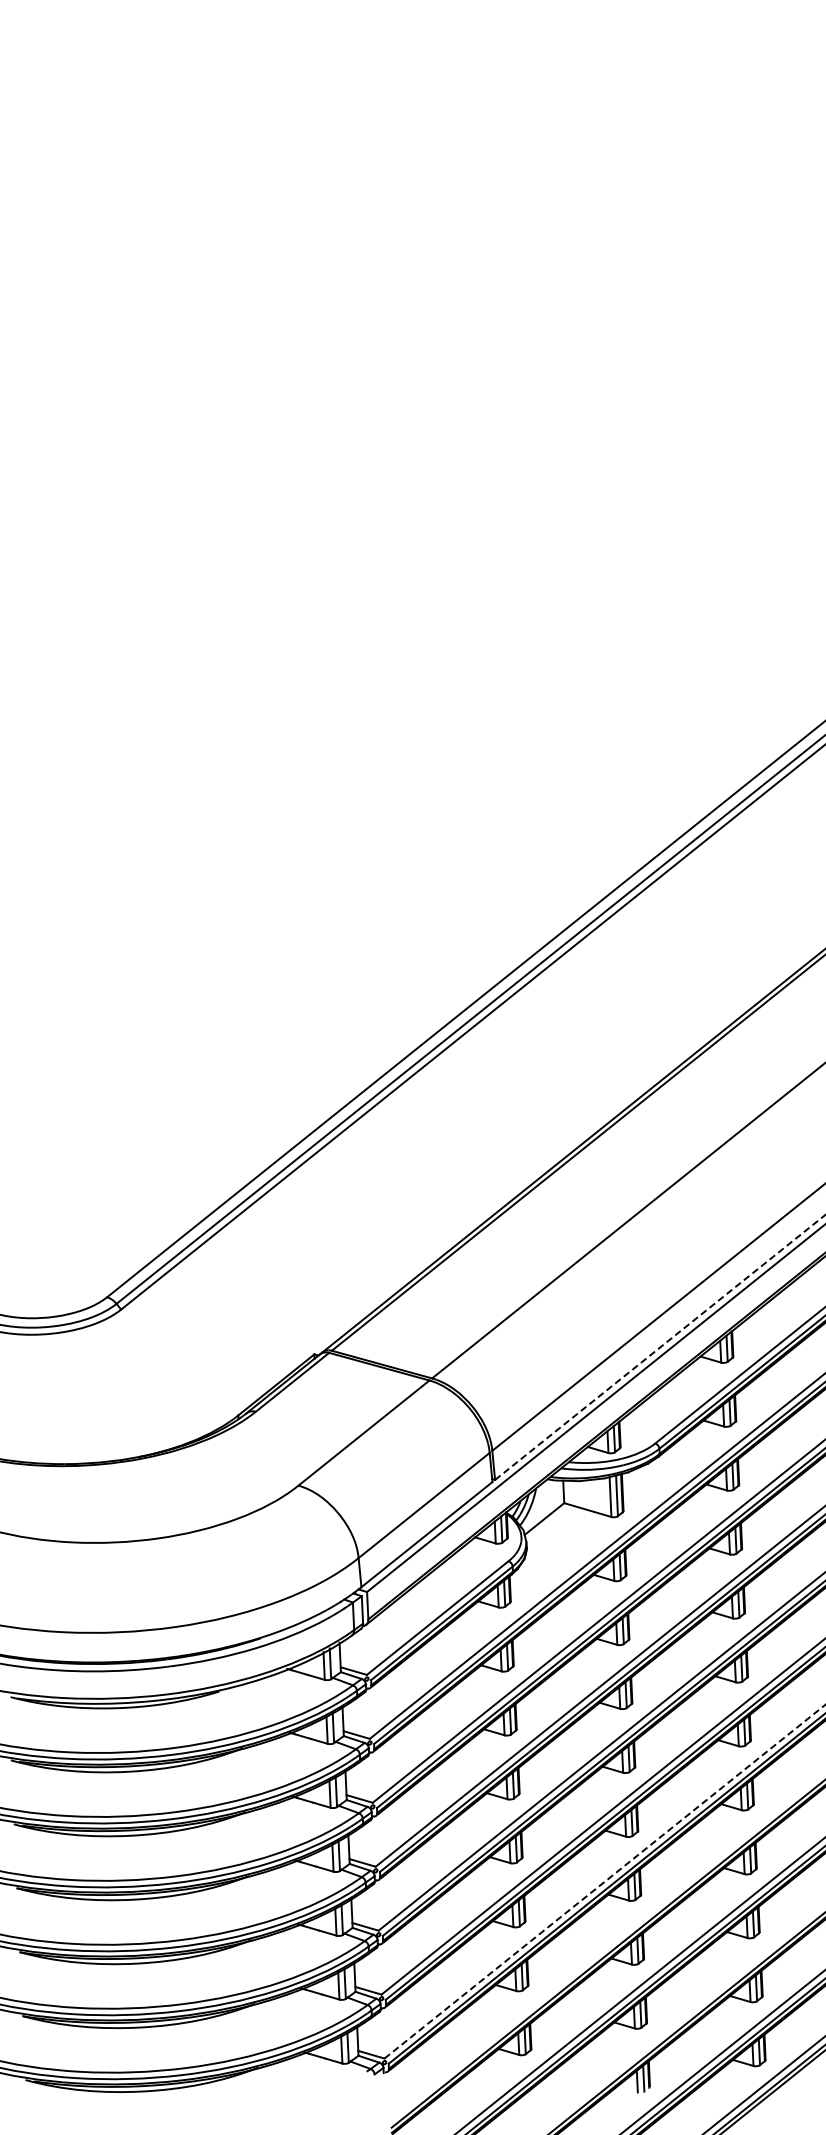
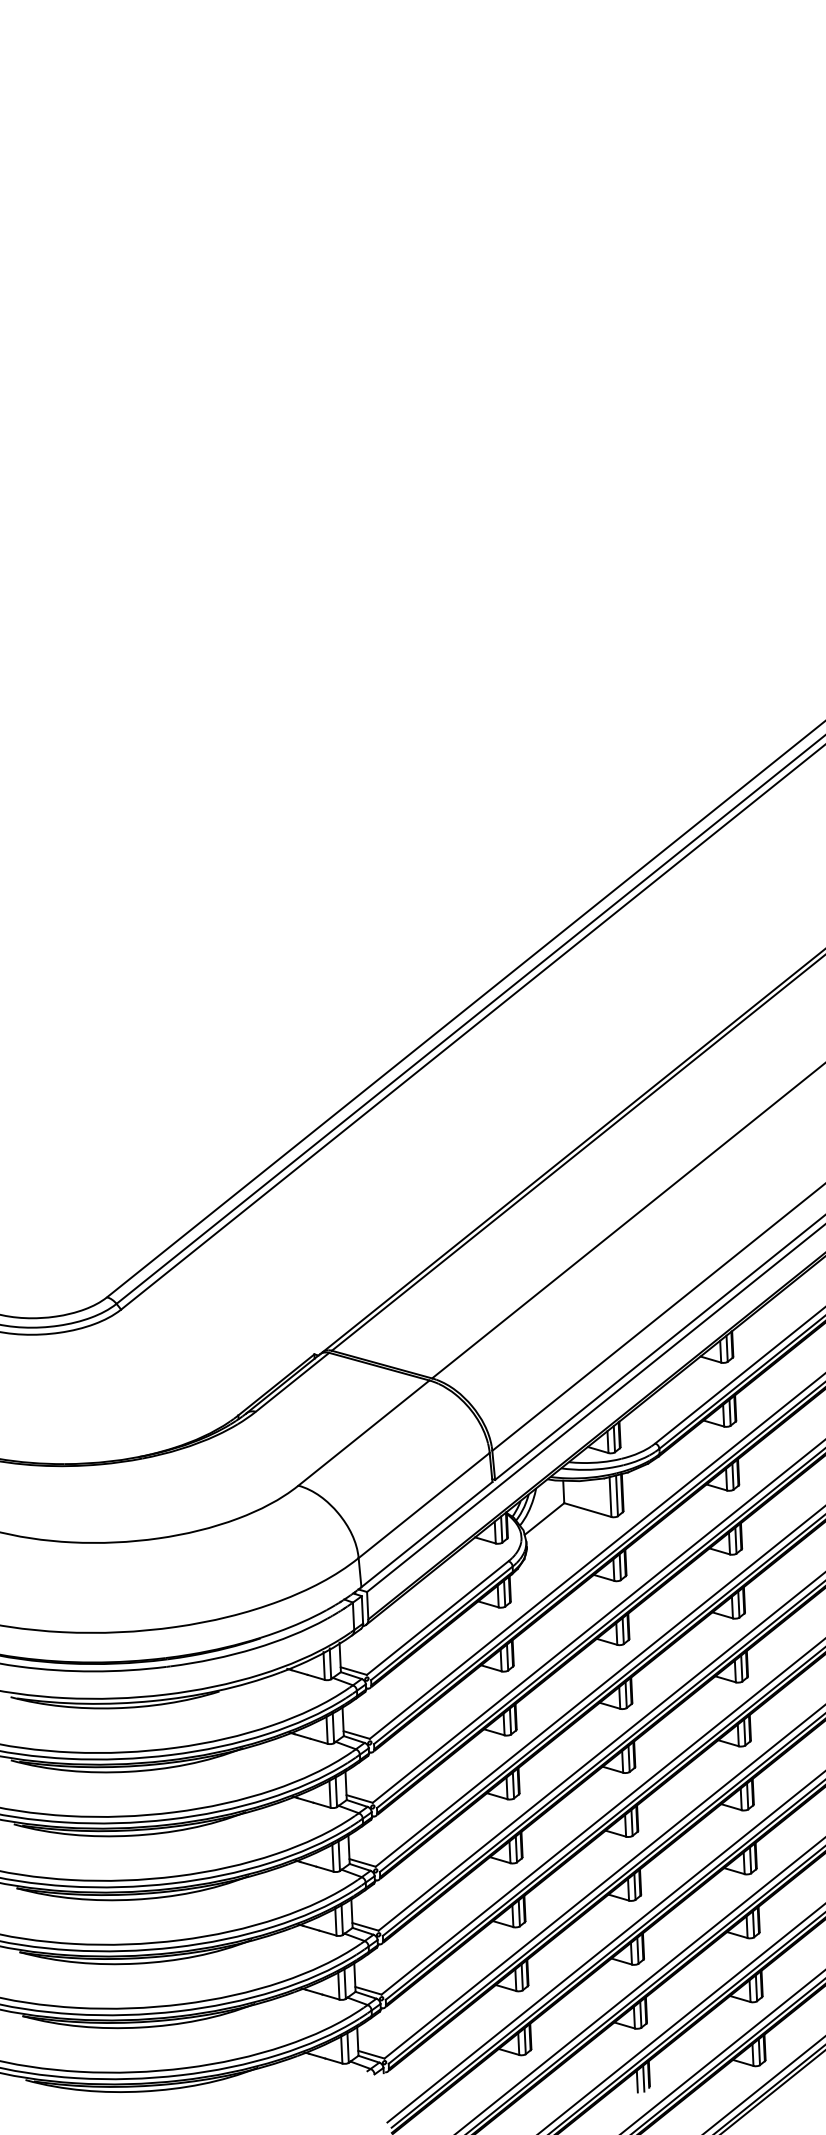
line at (660, 1347): dashed -> solid
line at (605, 1881): dashed -> solid
line at (604, 1947): none -> present
line at (681, 2018): none -> present
